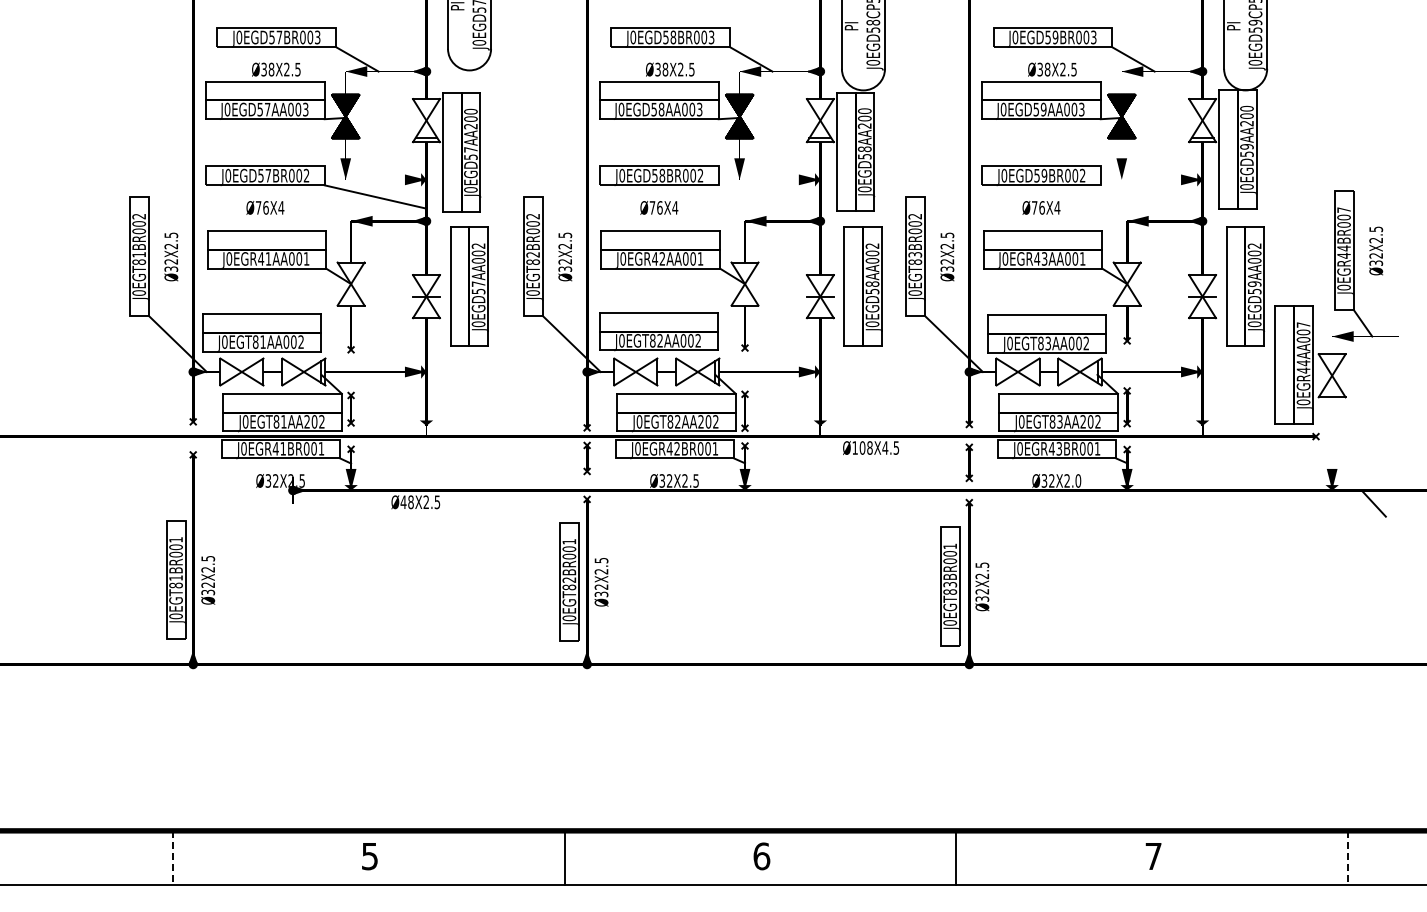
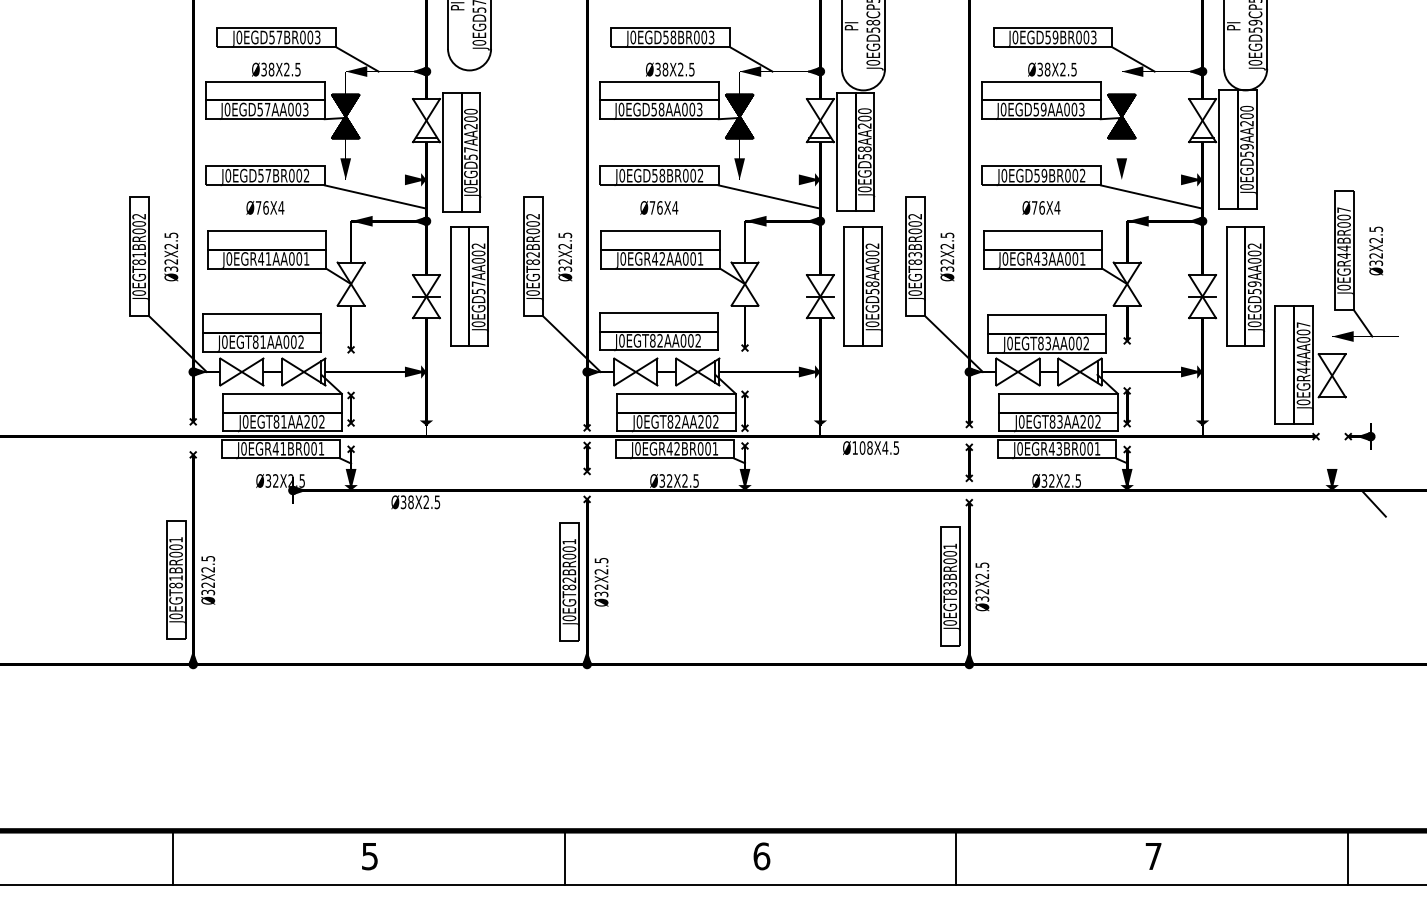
line at (769, 196): none -> present
line at (1151, 196): none -> present
part at (1359, 436): none -> present
text at (1078, 480): Ø32X2.0 -> Ø32X2.5
text at (403, 502): Ø48X2.5 -> Ø38X2.5
line at (172, 857): dashed -> solid
line at (1348, 857): dashed -> solid
